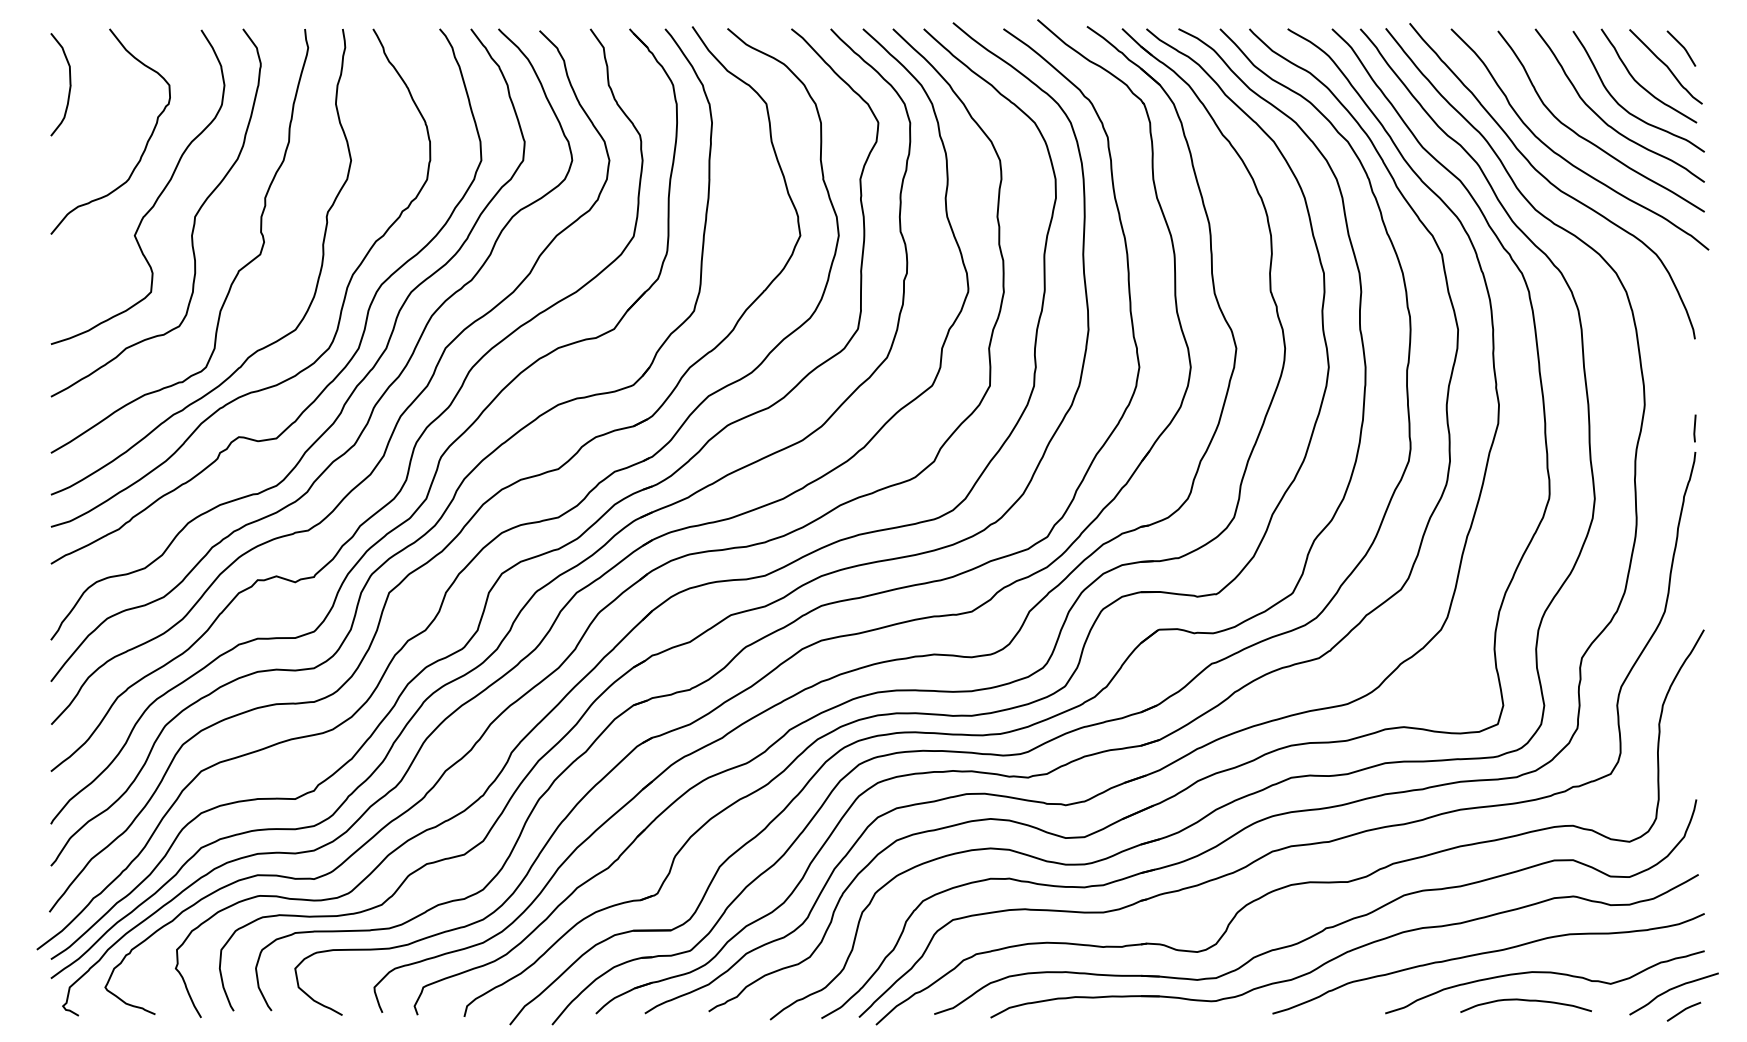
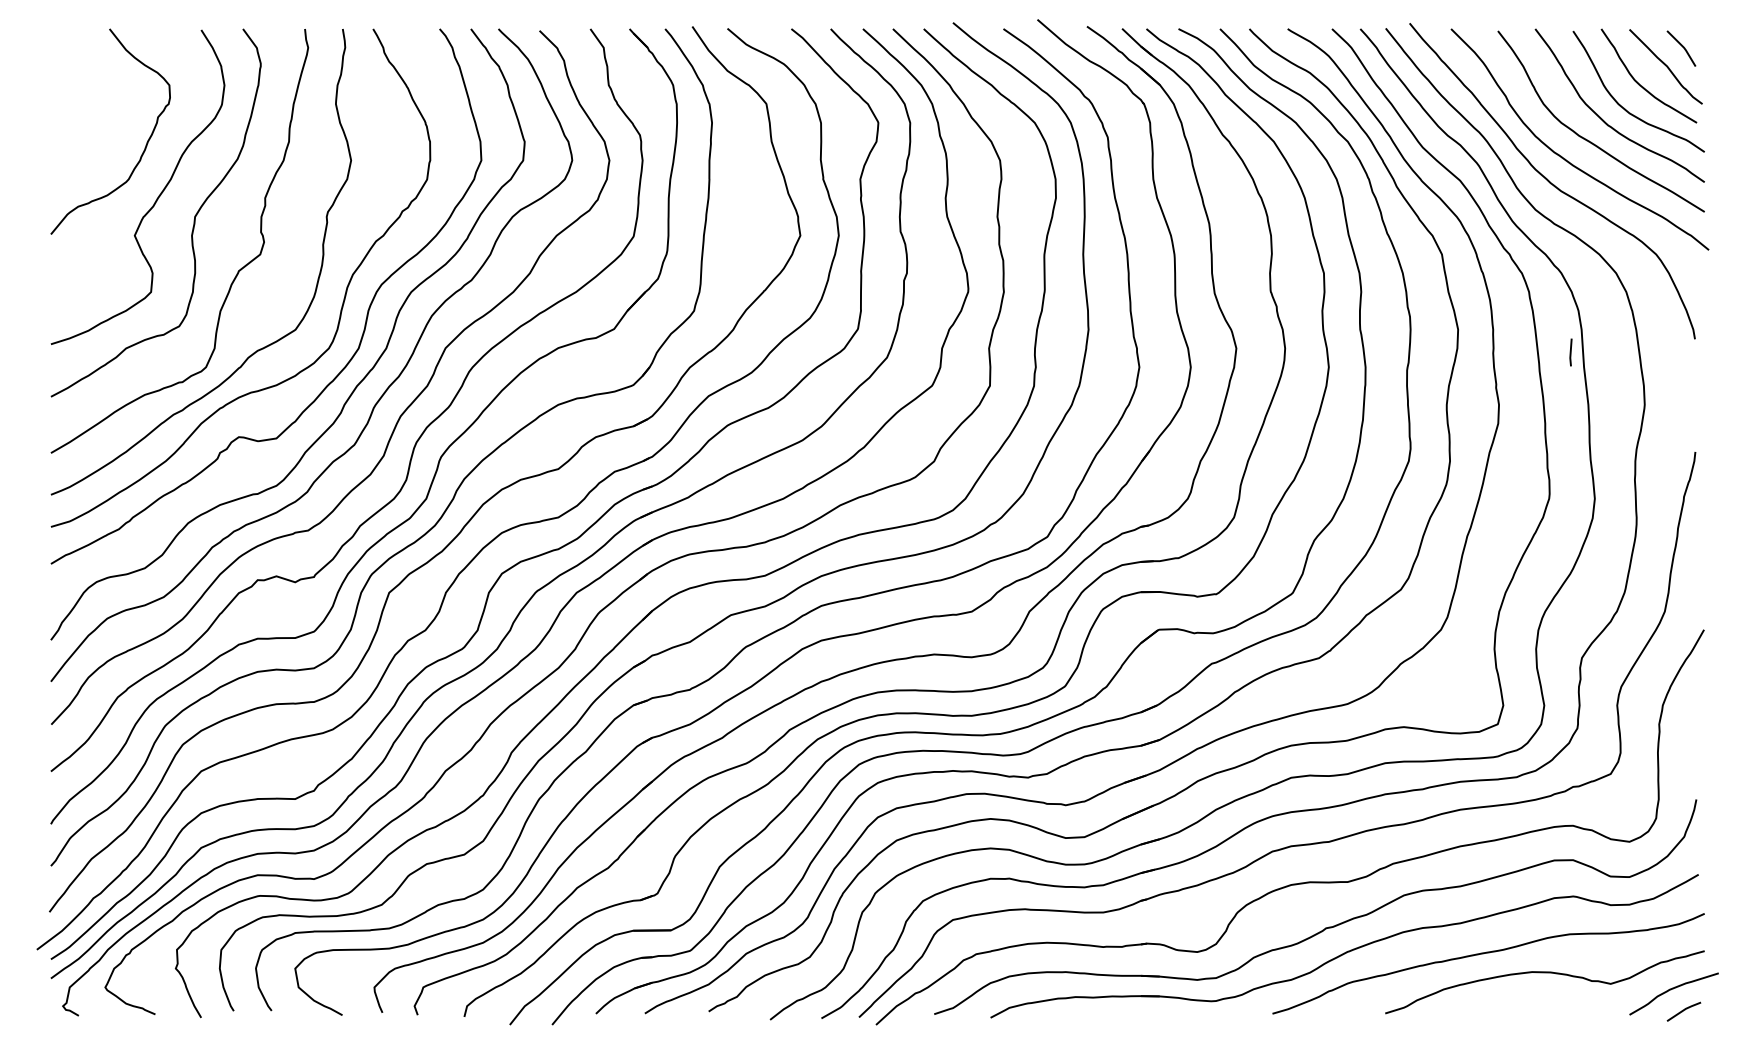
curve at (69, 84): present -> none
line at (1694, 428) position: (1694, 428) -> (1570, 352)
curve at (1525, 1001): present -> none
